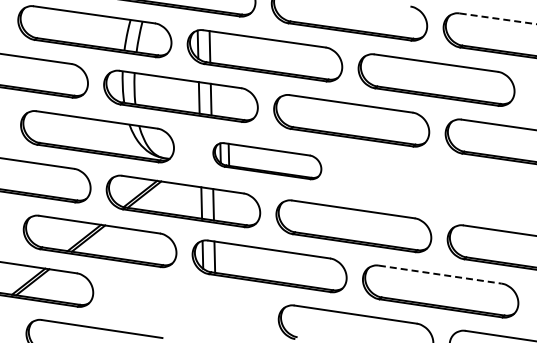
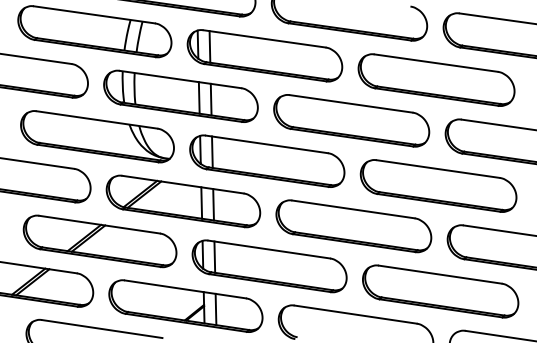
line at (498, 18): dashed -> solid
part at (267, 161) size: 111x39 px -> 157x54 px
part at (438, 185): none -> present
line at (440, 274): dashed -> solid
part at (185, 305): none -> present
